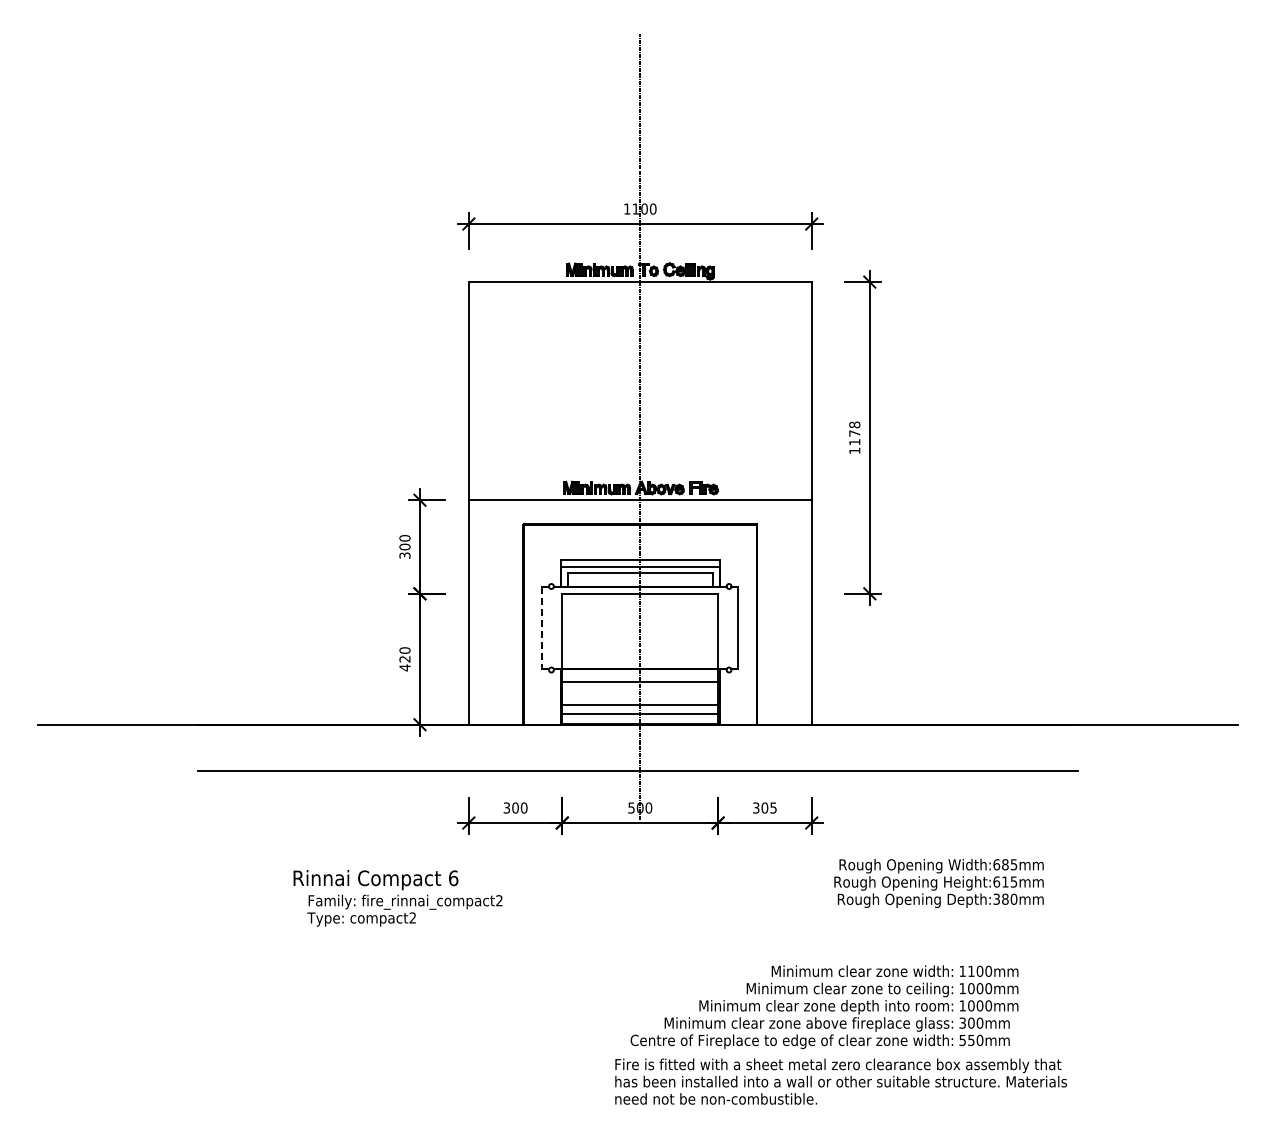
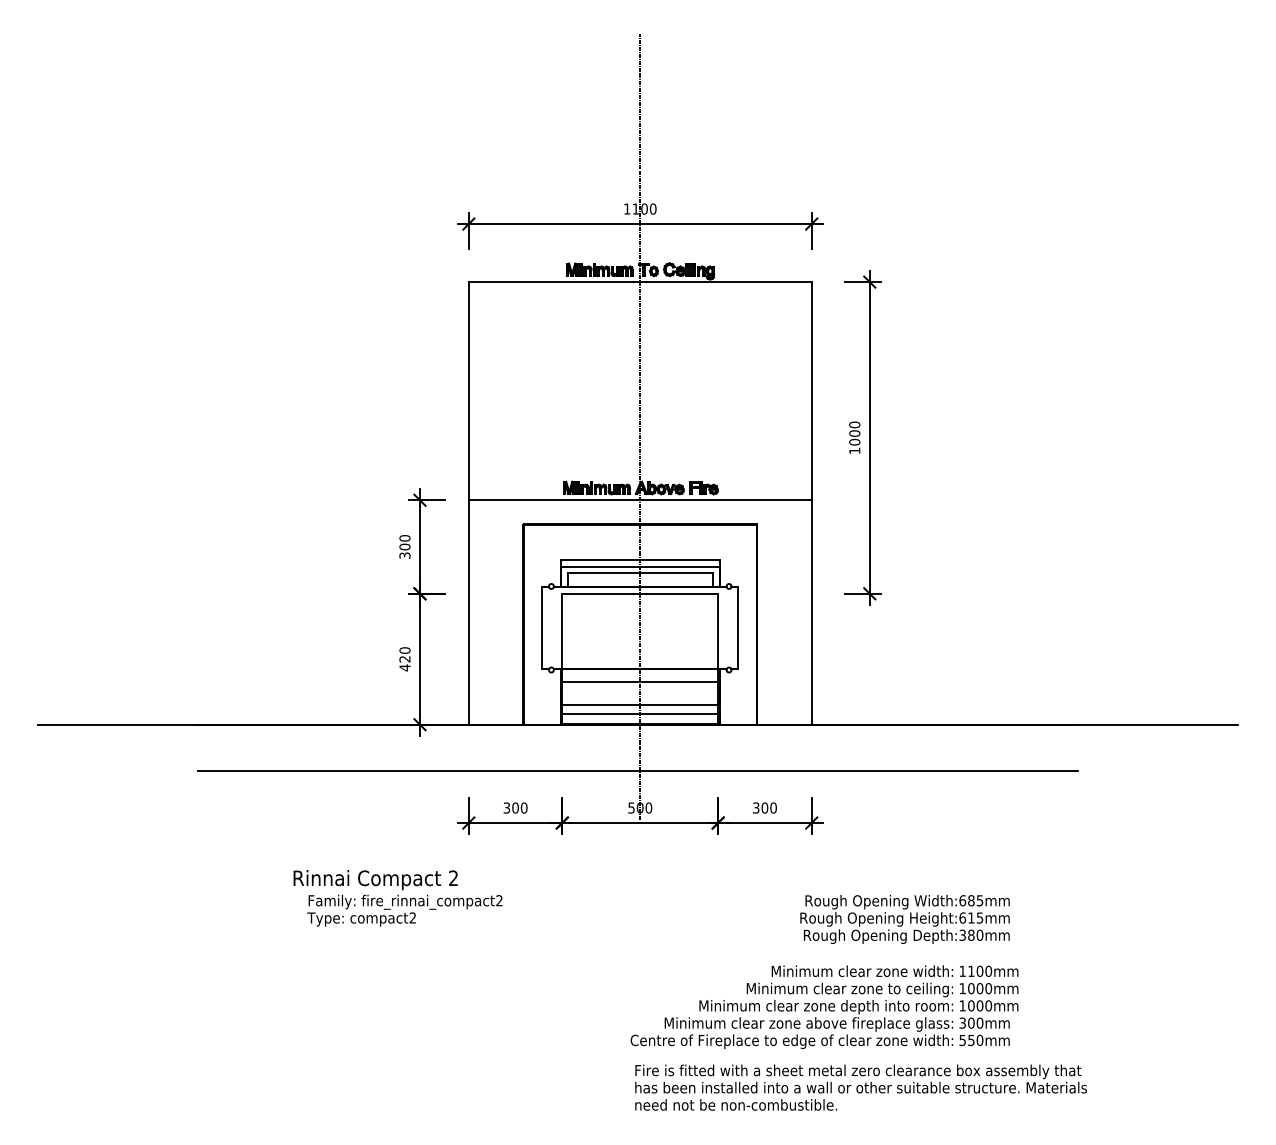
text at (854, 433): 1178 -> 1000
line at (542, 628): dashed -> solid
text at (773, 807): 305 -> 300
text at (453, 878): 6 -> 2
text at (938, 882) position: (938, 882) -> (904, 918)
text at (840, 1081) position: (840, 1081) -> (860, 1087)
